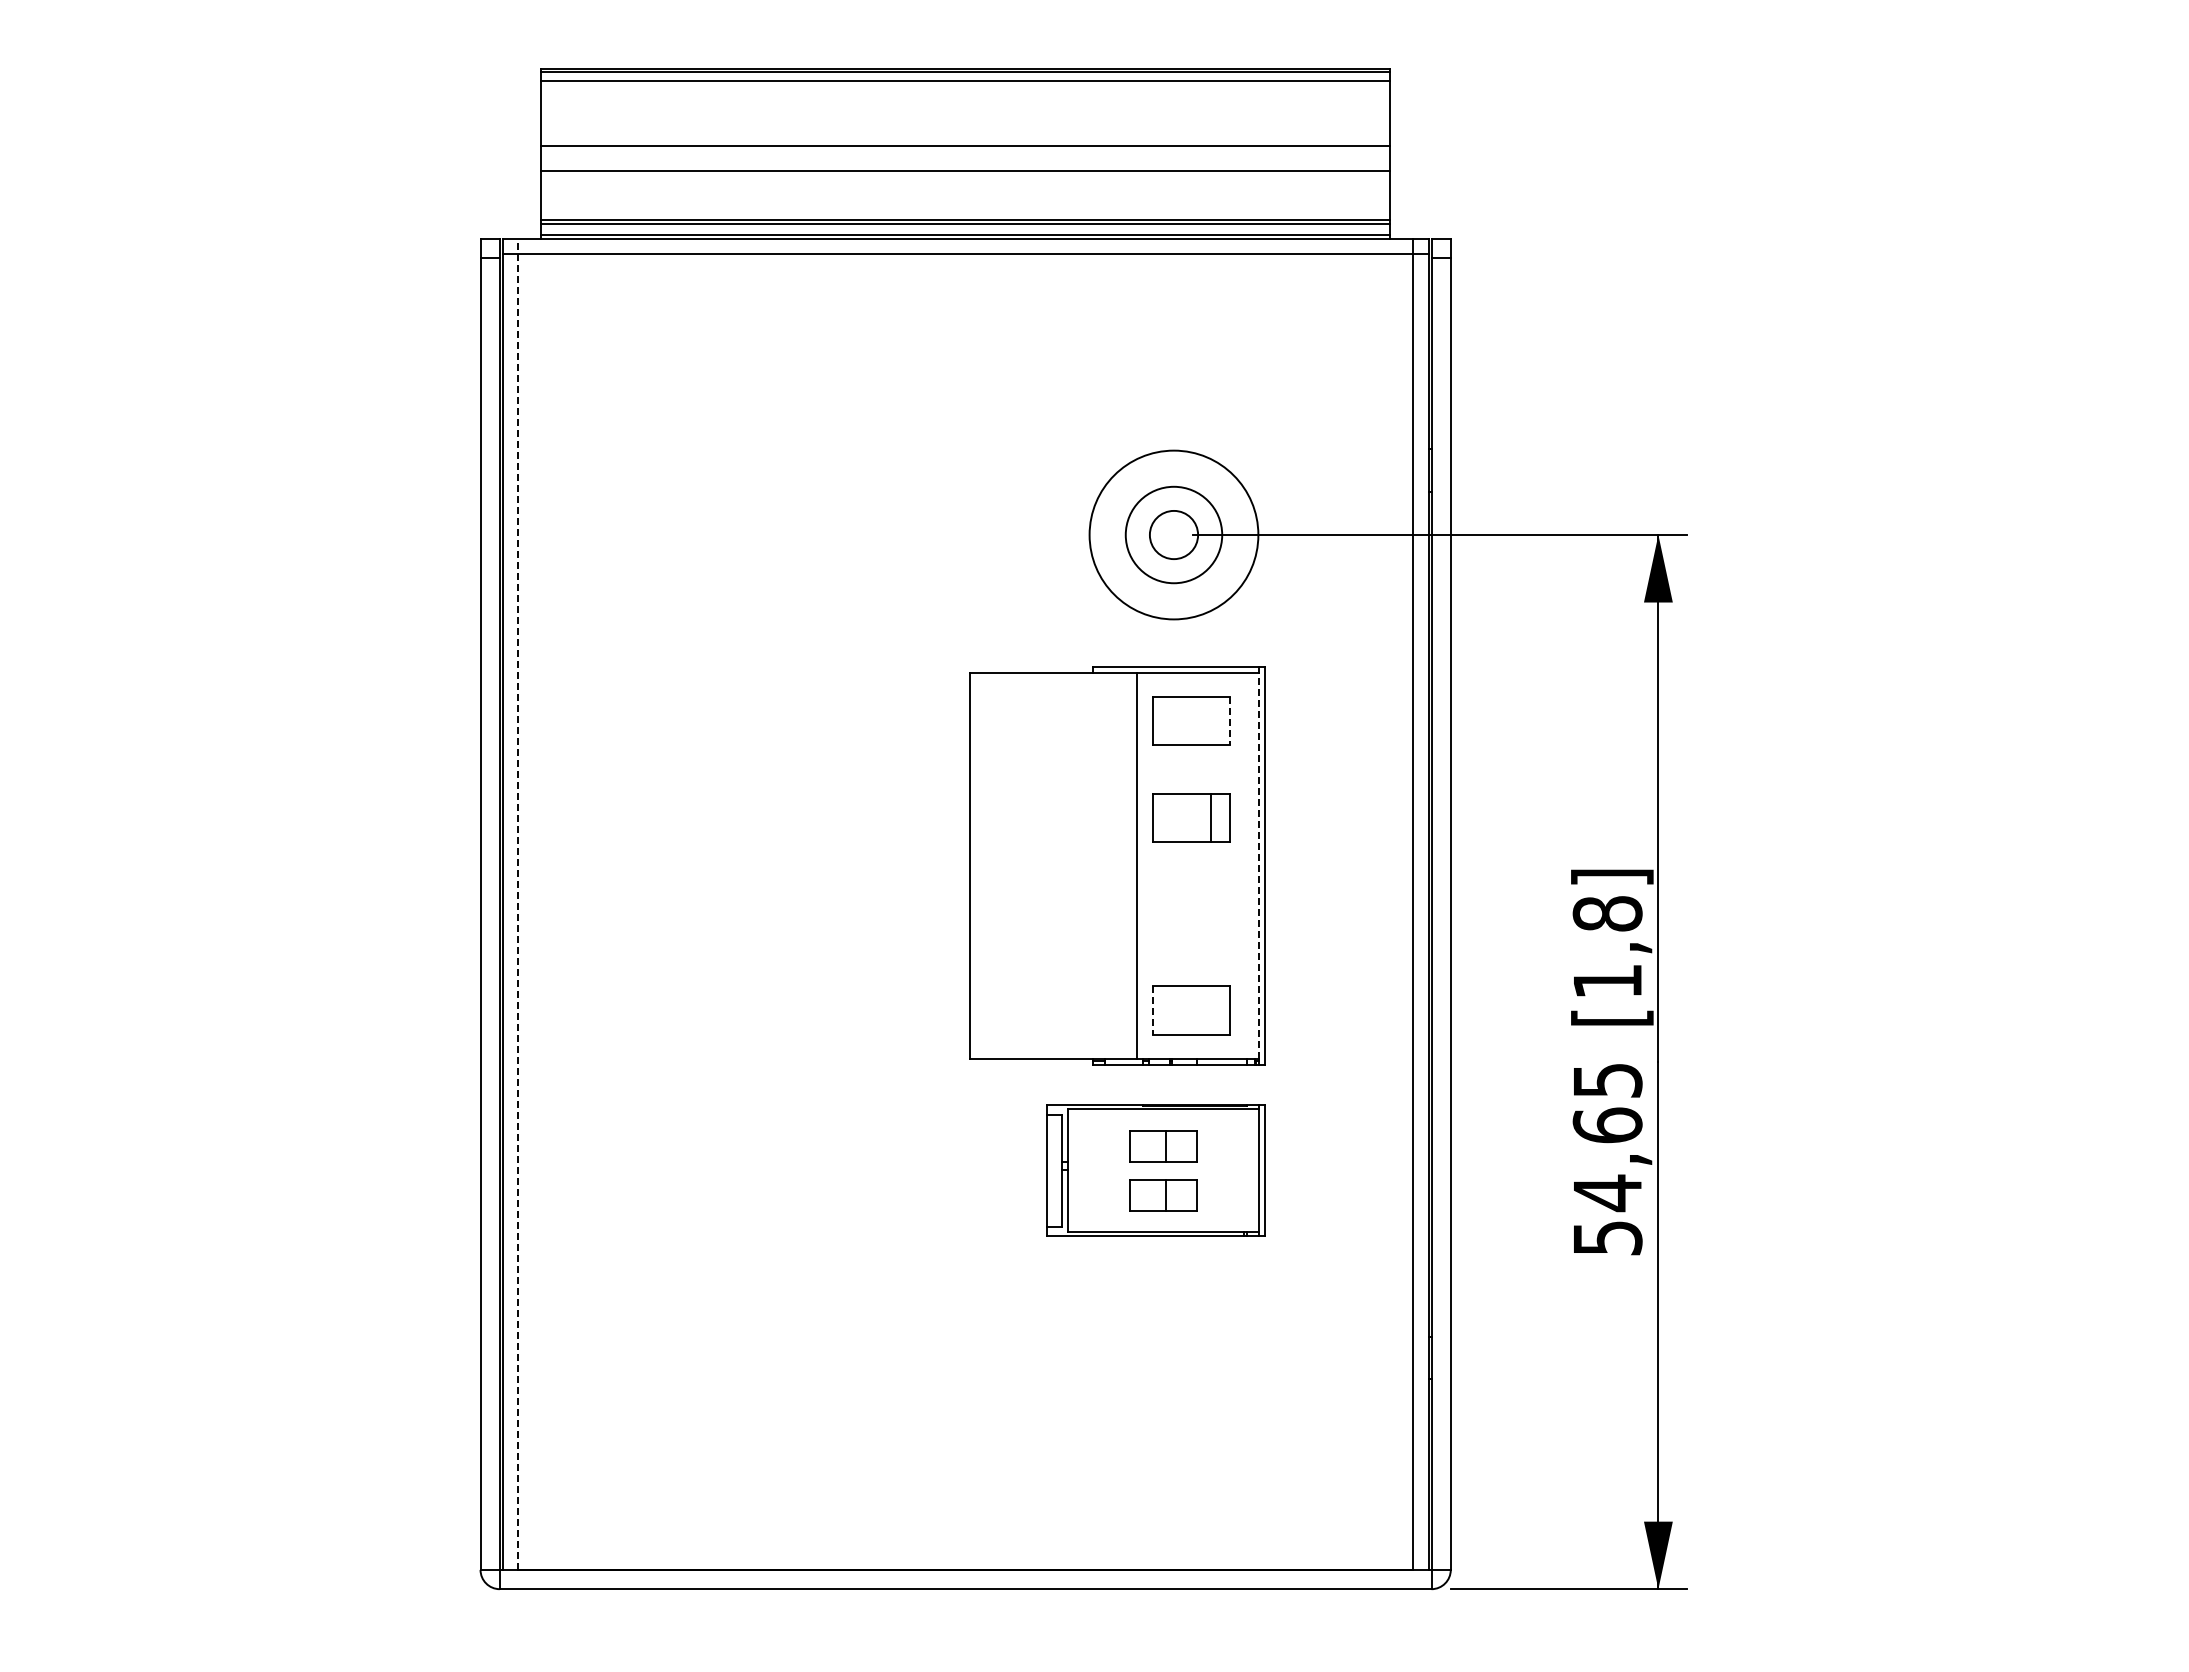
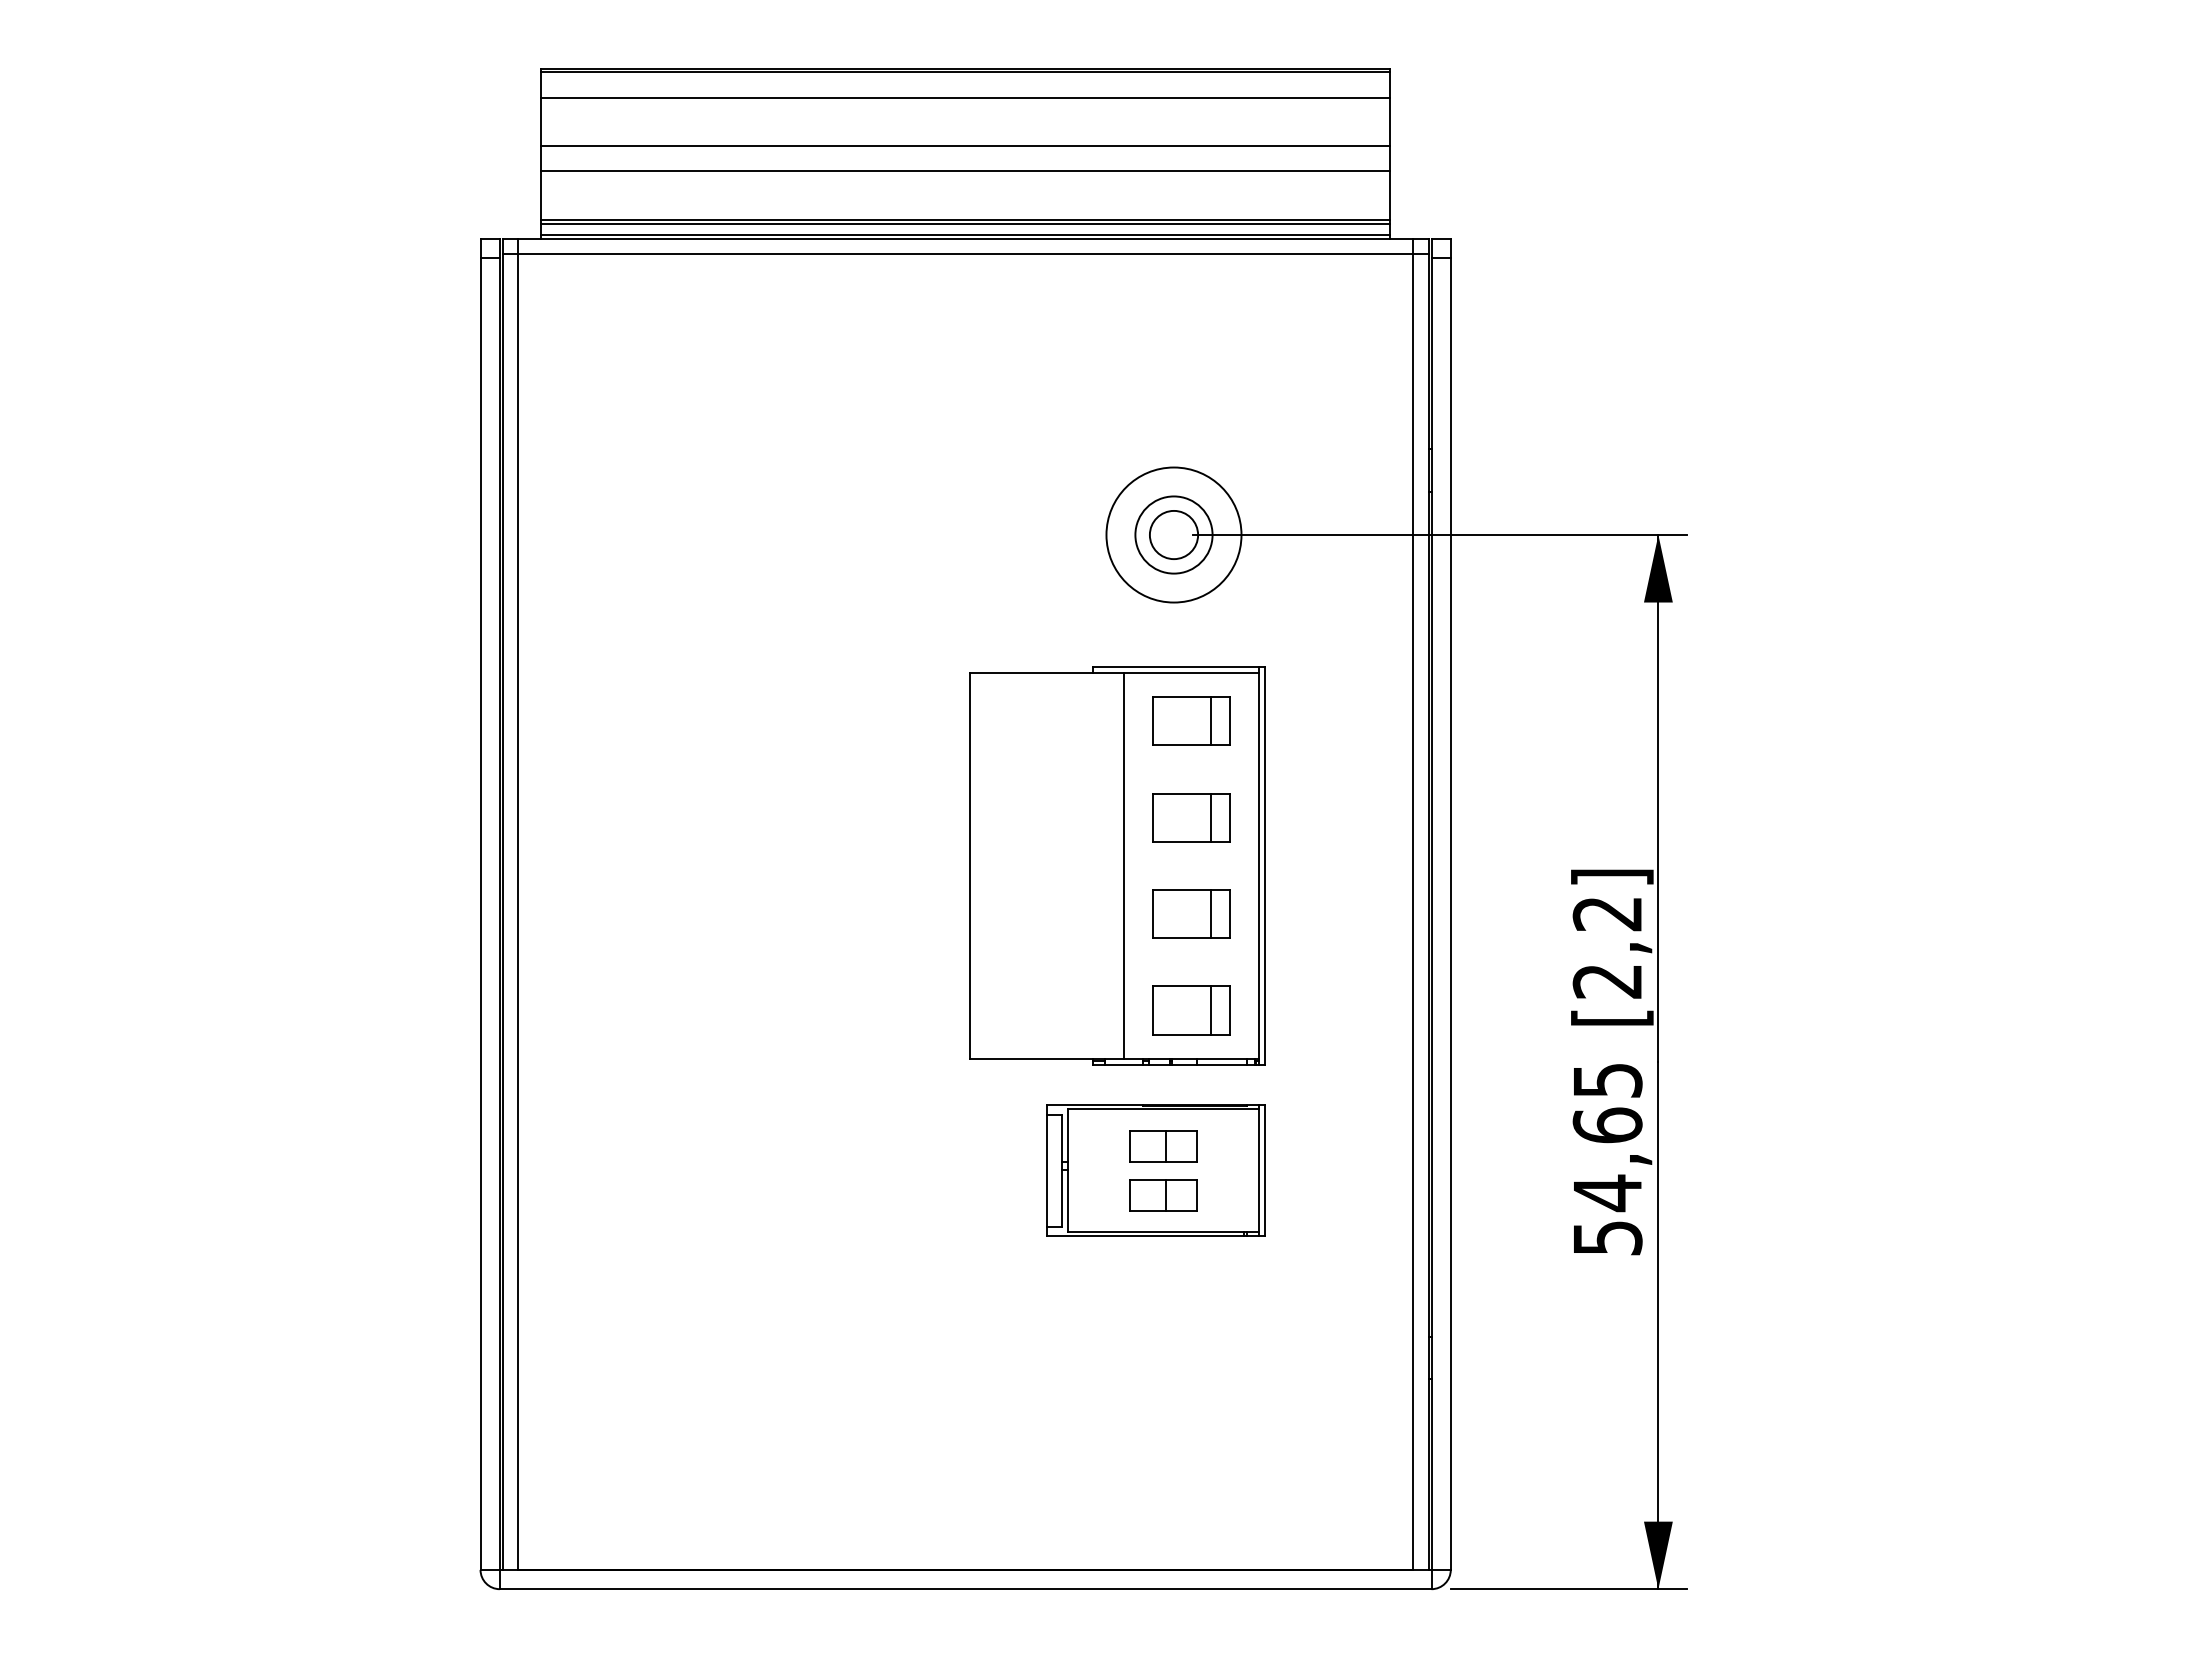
line at (965, 81) position: (965, 81) -> (965, 98)
circle at (1173, 534) diameter: 169 px -> 135 px
circle at (1173, 534) diameter: 96 px -> 77 px
line at (1210, 721): none -> present
line at (1229, 721): dashed -> solid
line at (1136, 865) position: (1136, 865) -> (1123, 865)
line at (1258, 865): dashed -> solid
line at (518, 903): dashed -> solid
part at (1191, 913): none -> present
text at (1607, 947): [1,8] -> [2,2]
line at (1210, 1010): none -> present
line at (1152, 1011): dashed -> solid
